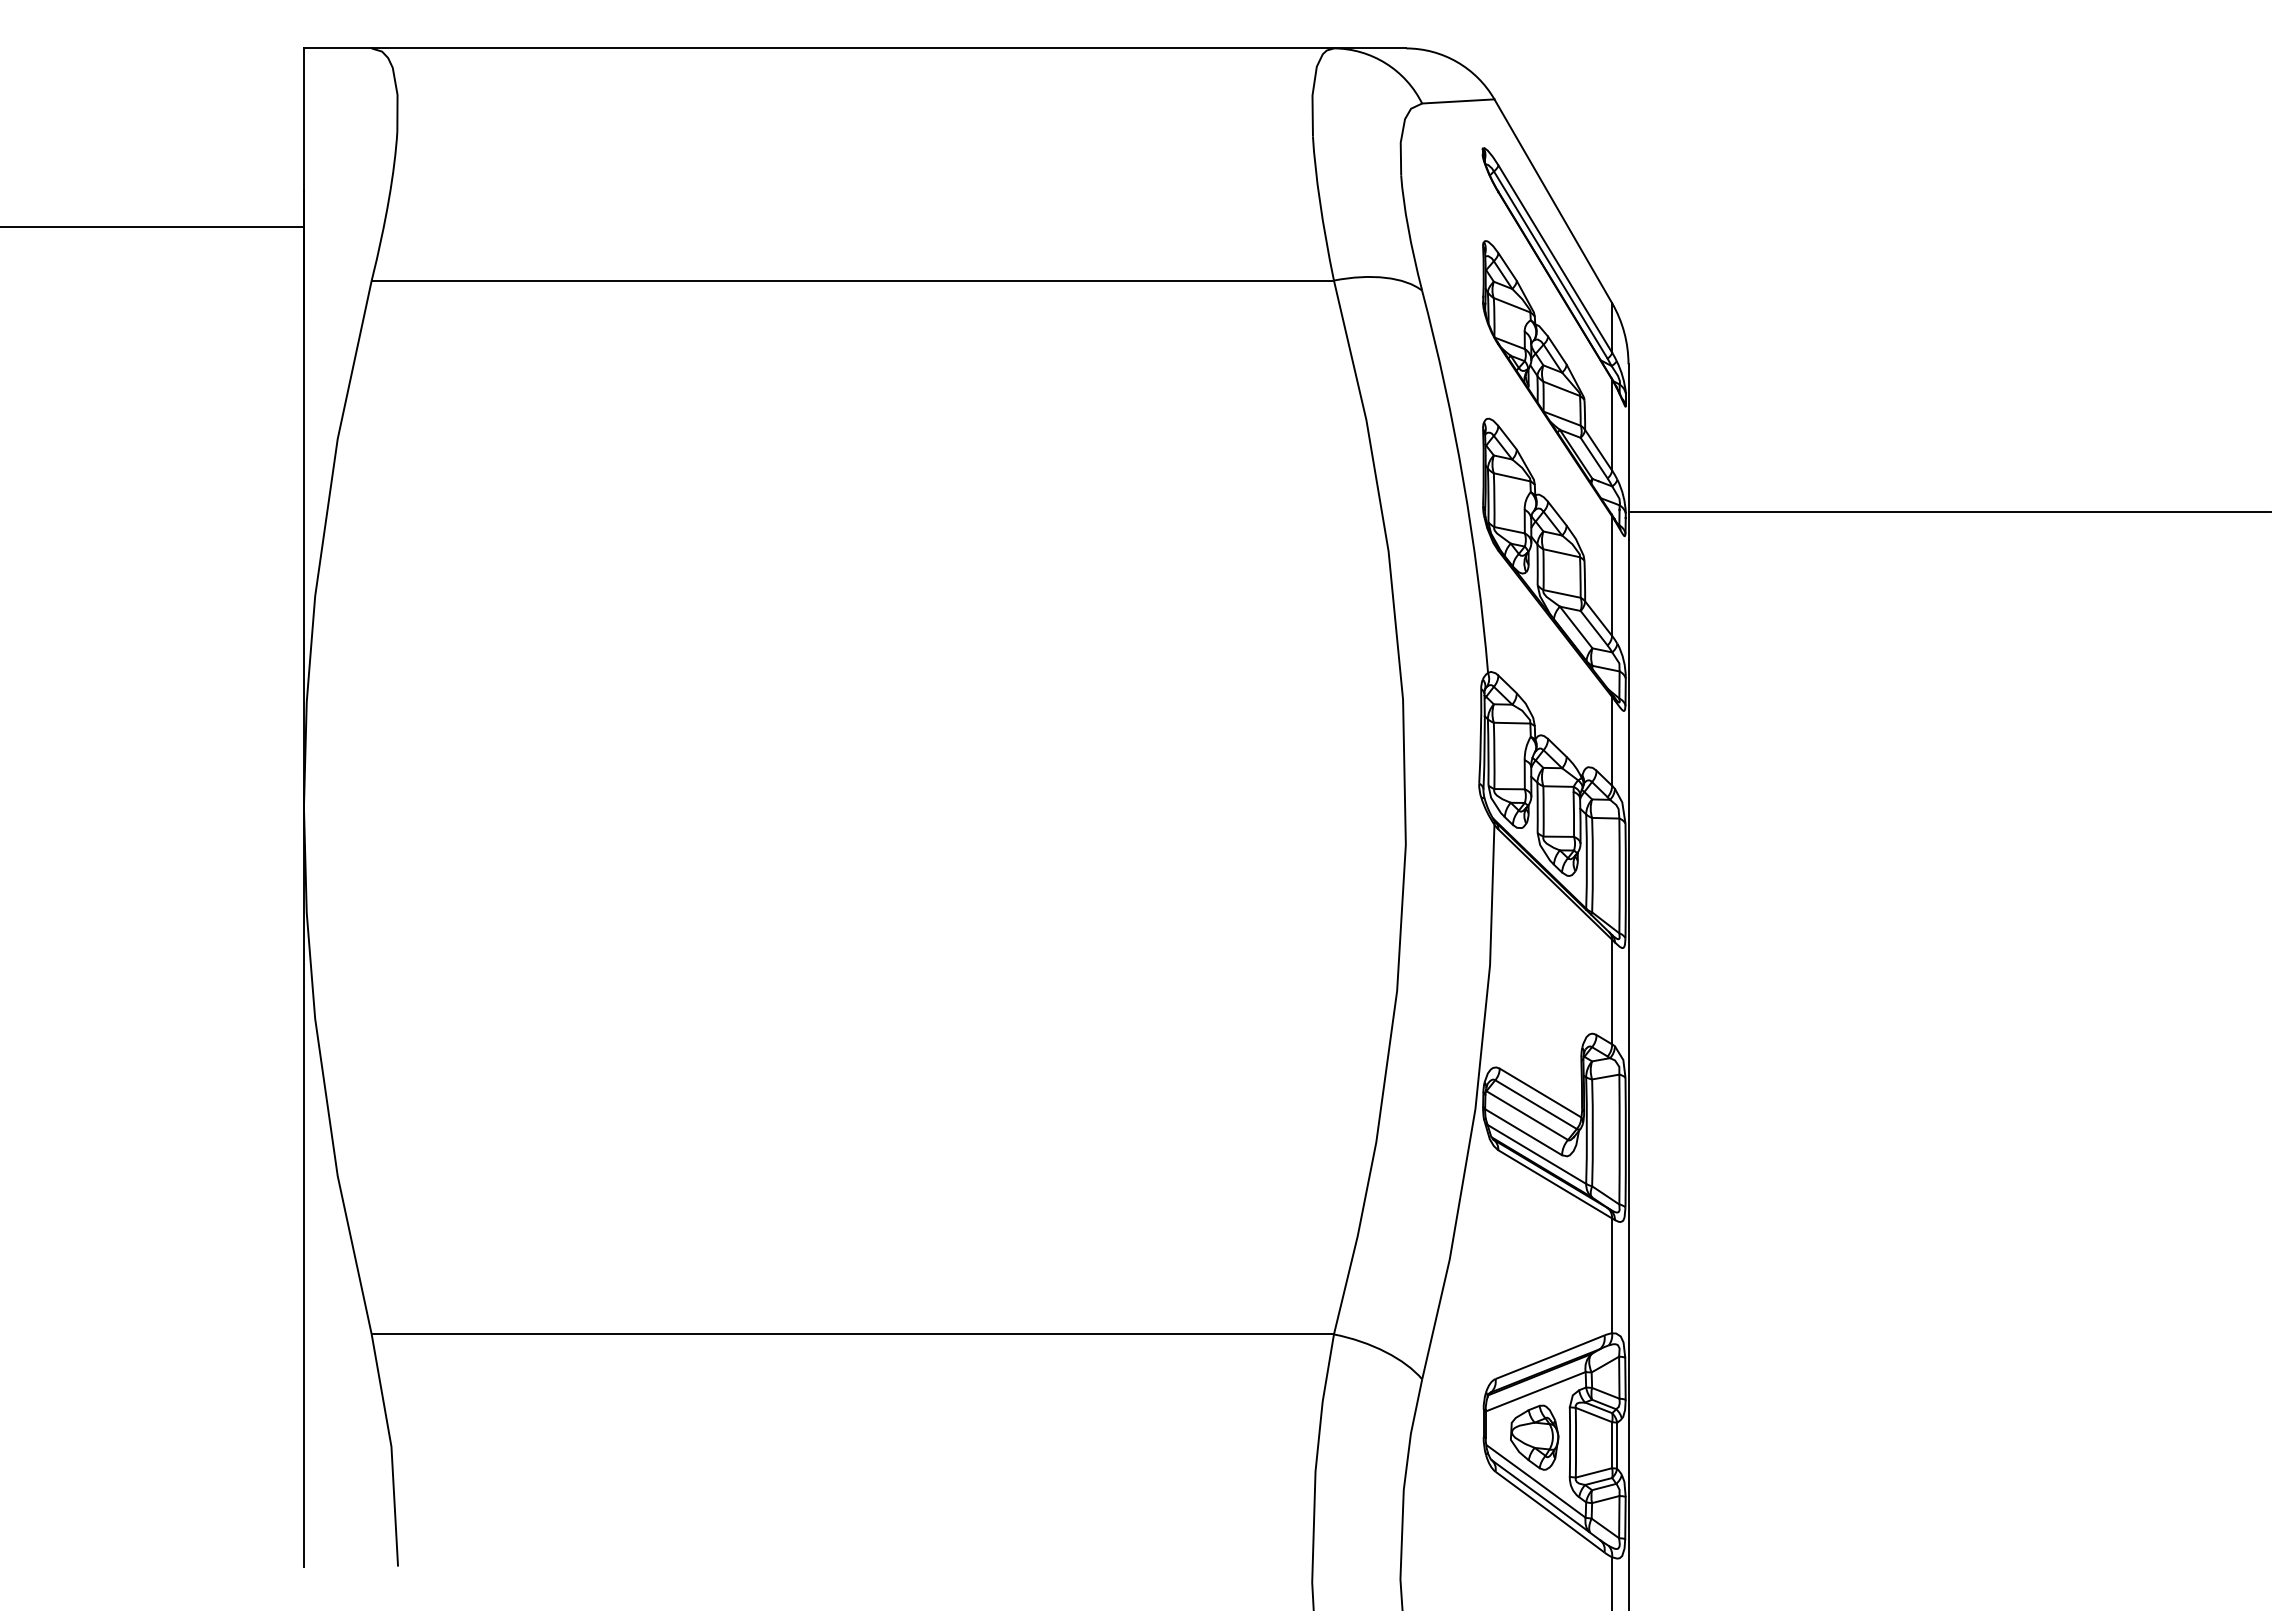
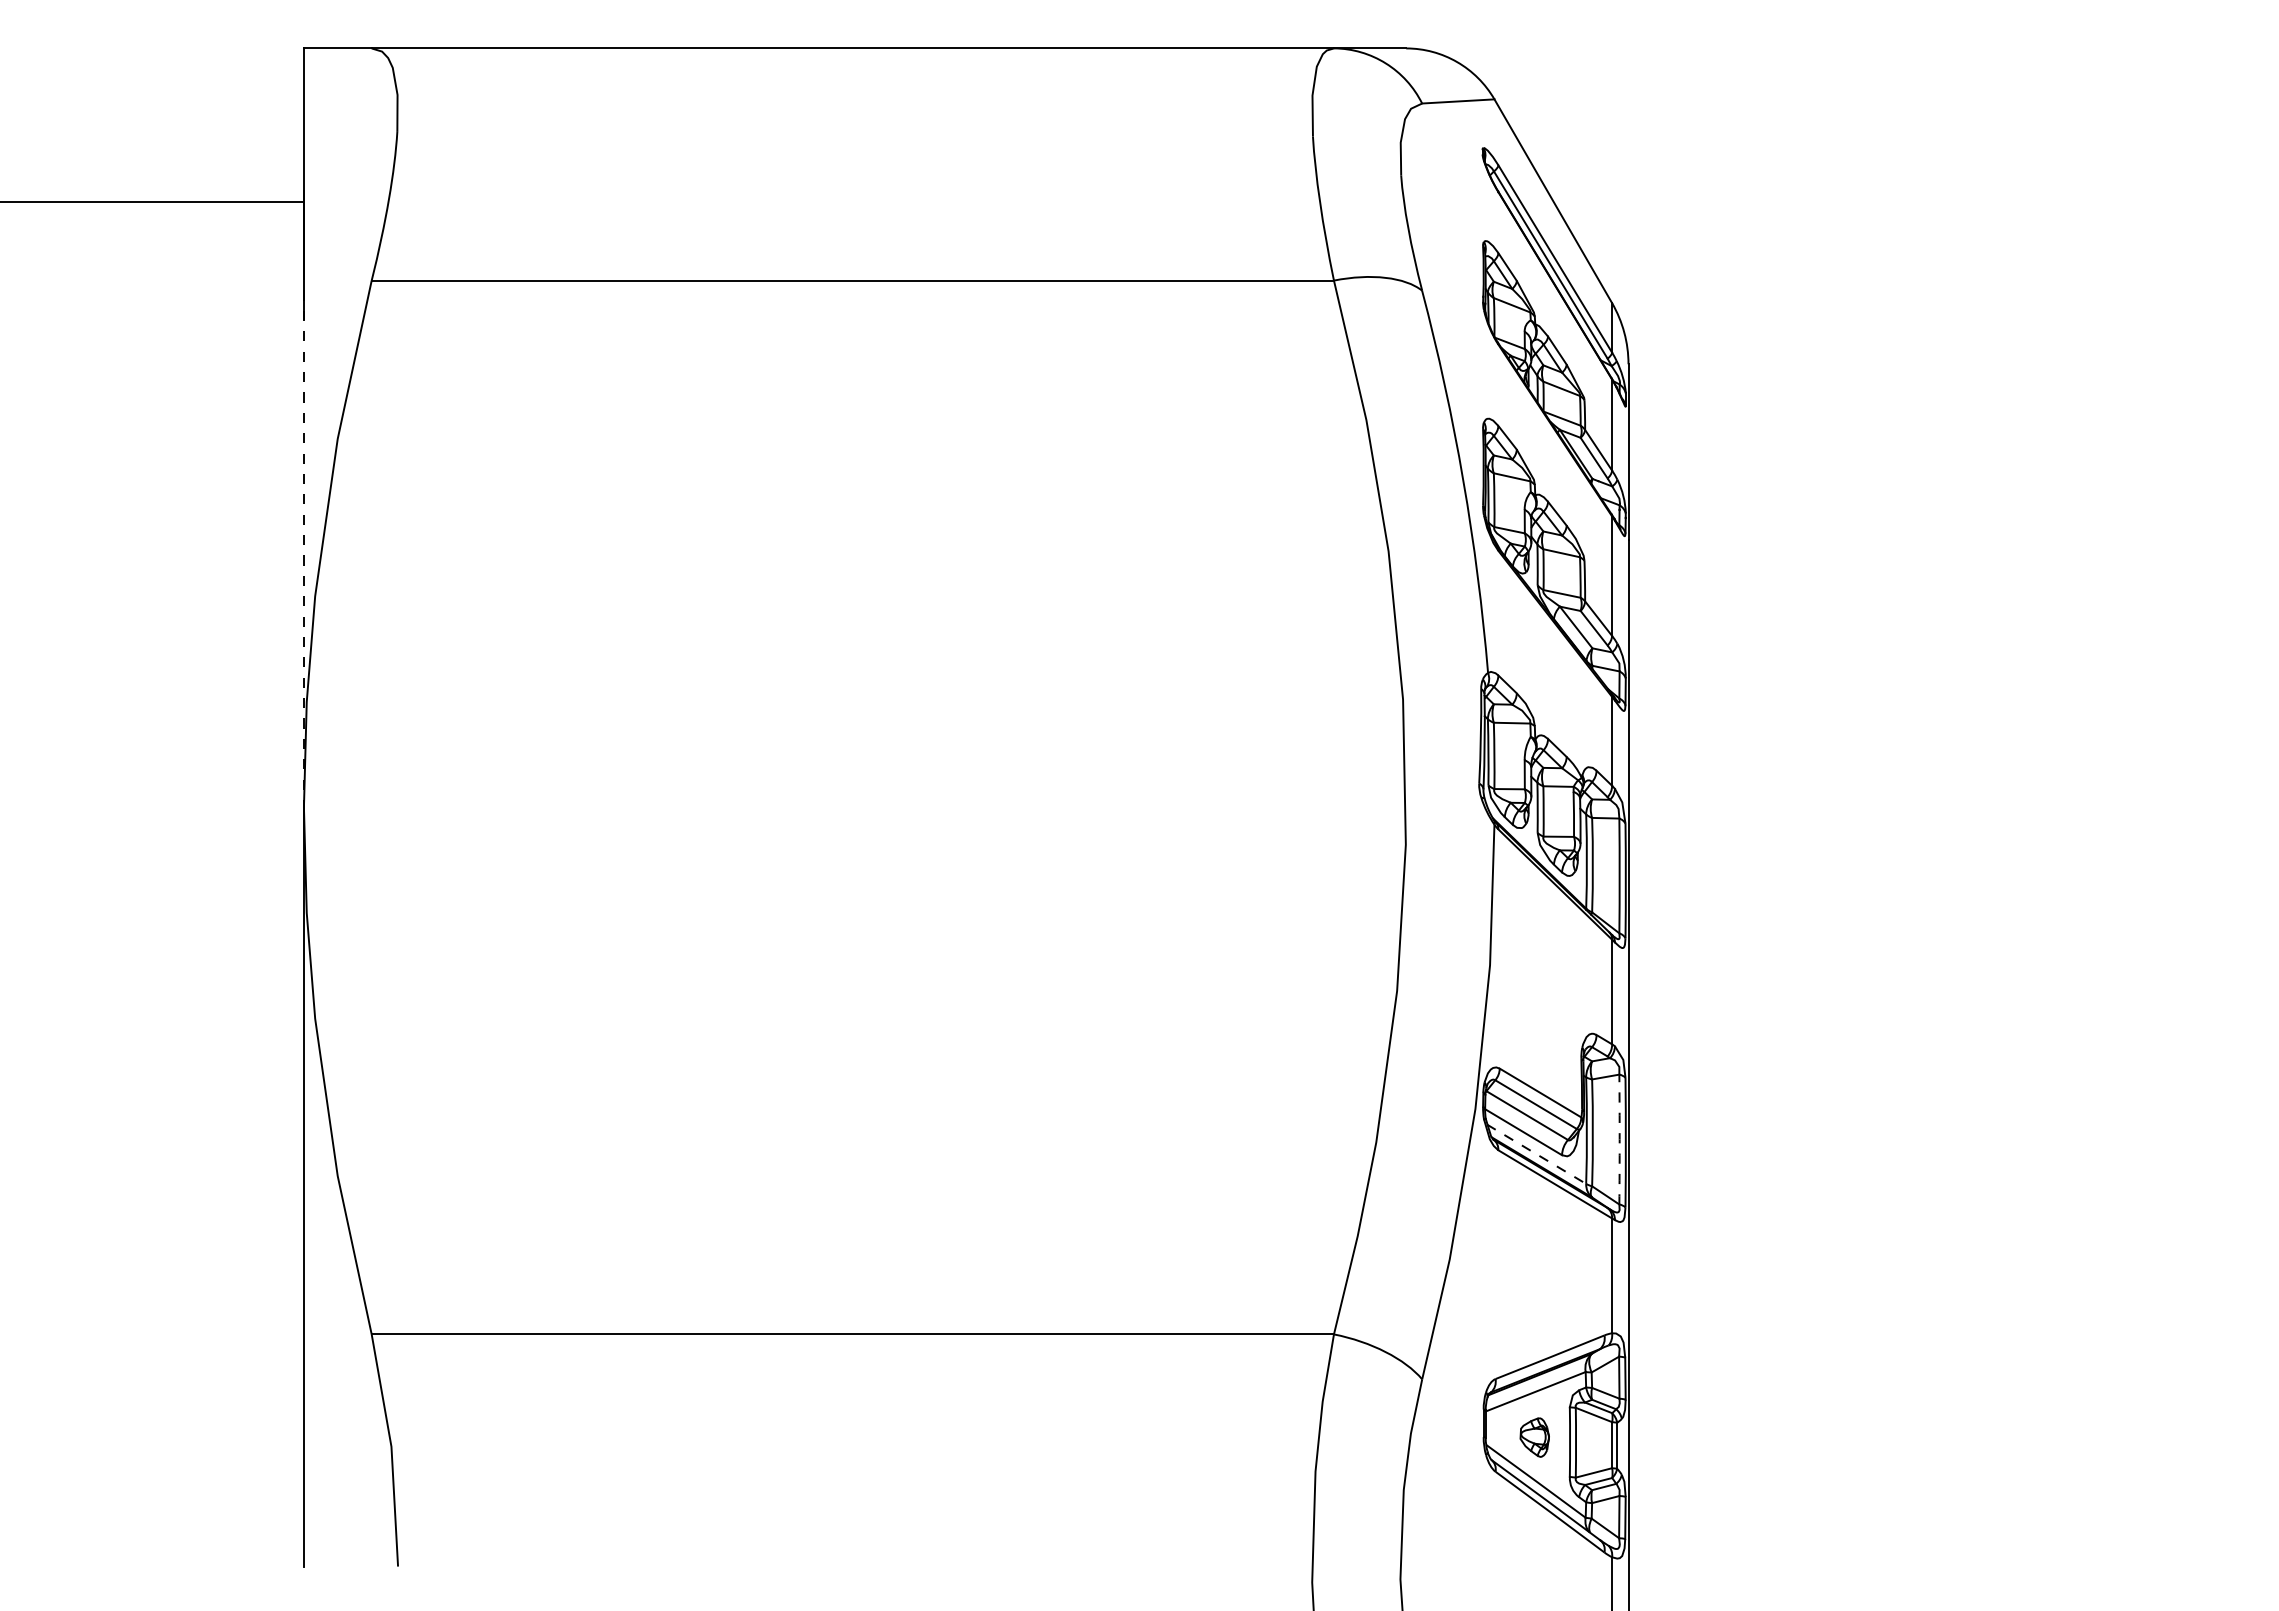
line at (152, 226) position: (152, 226) -> (152, 201)
line at (1949, 512): present -> none
line at (303, 538): solid -> dashed
arc at (1619, 1139): solid -> dashed
line at (1536, 1154): solid -> dashed
part at (1534, 1437) size: 50x67 px -> 31x41 px
